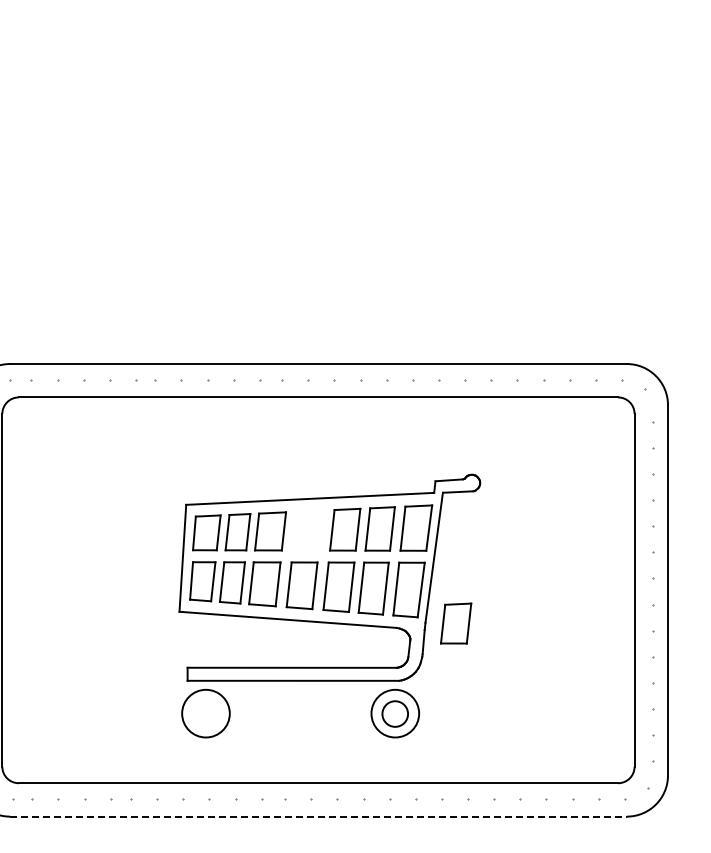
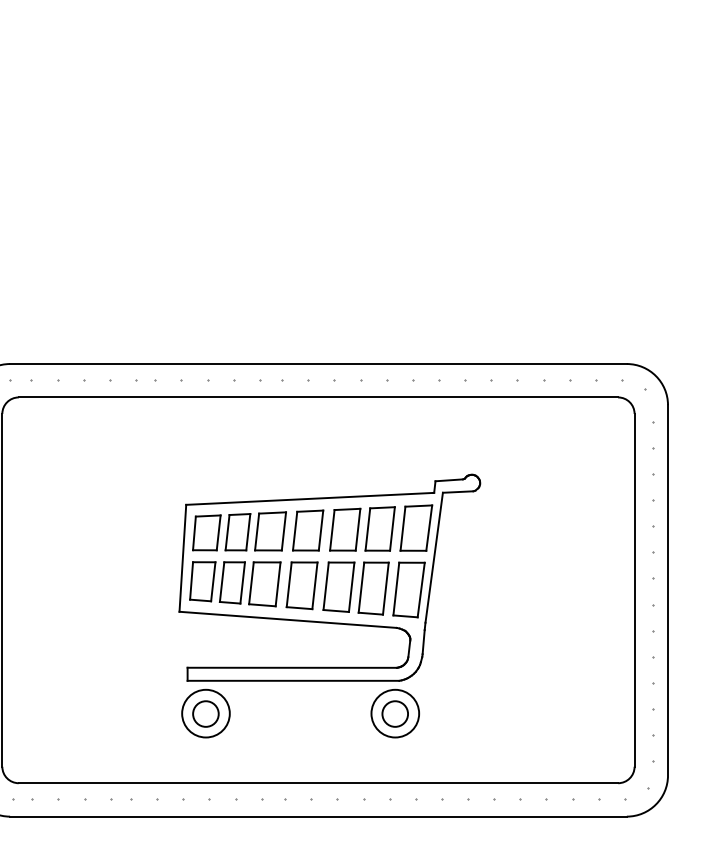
part at (456, 623) position: (456, 623) -> (308, 530)
circle at (205, 713): none -> present
line at (318, 816): dashed -> solid
